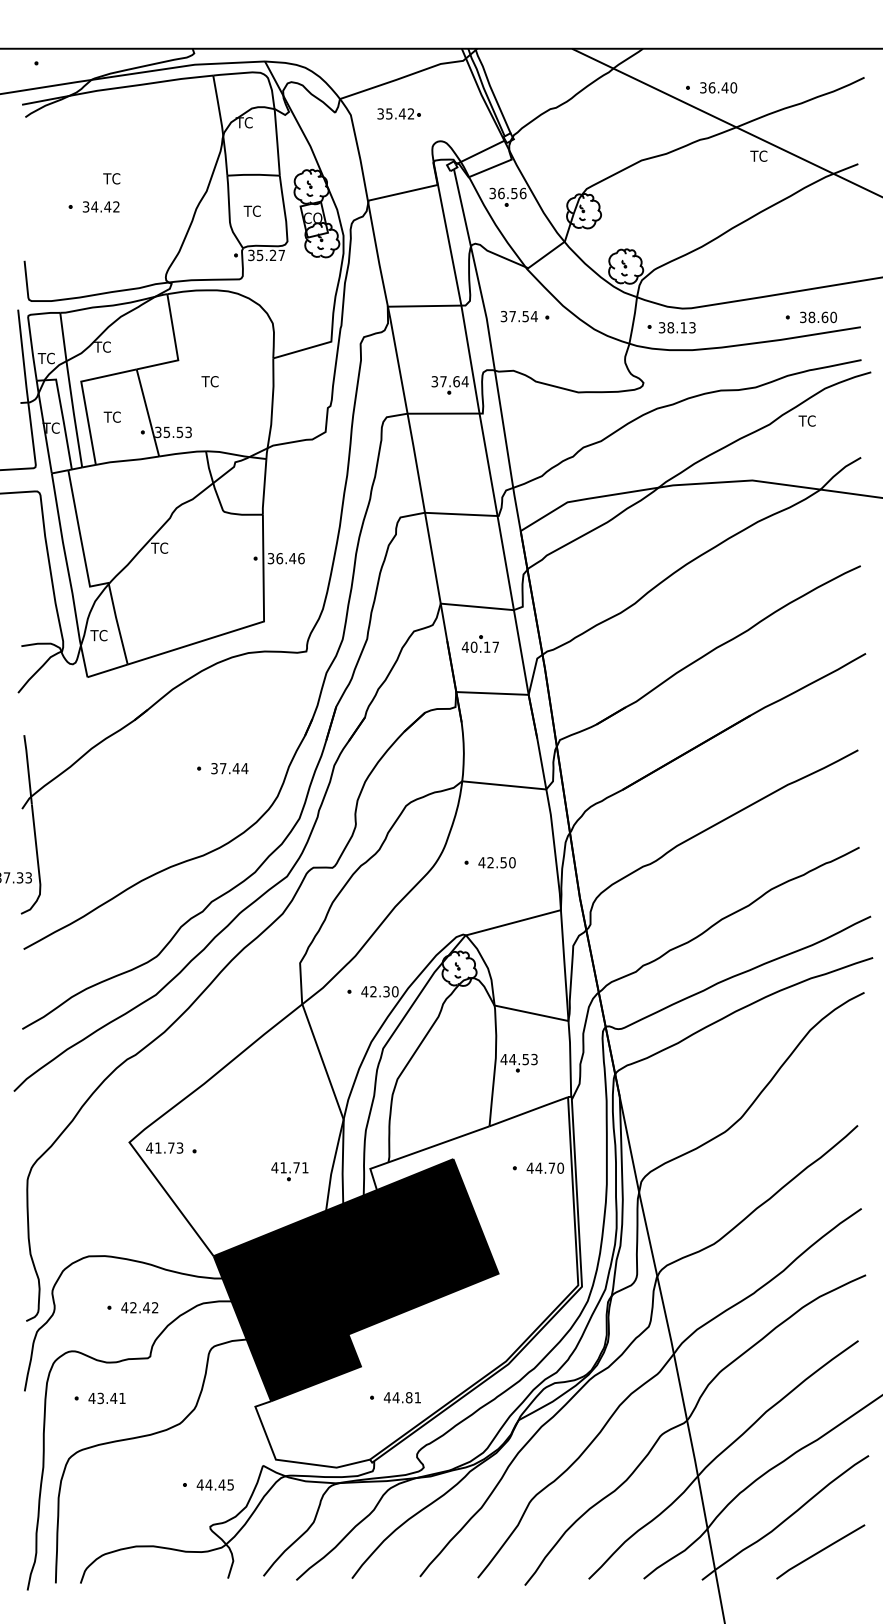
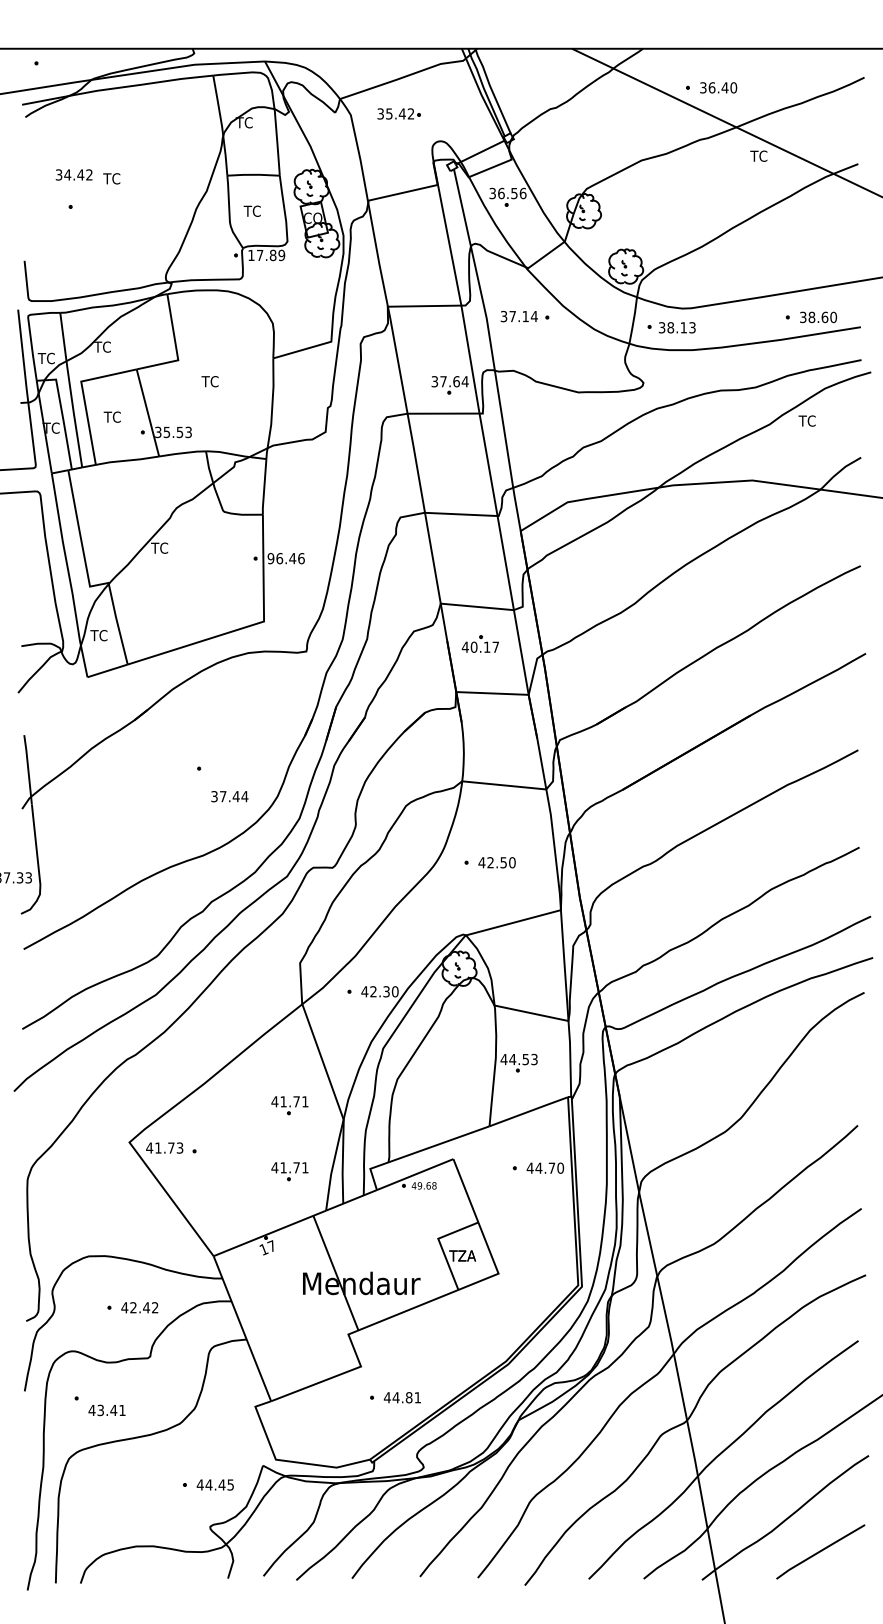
text at (100, 206) position: (100, 206) -> (73, 174)
text at (266, 255): 35.27 -> 17.89
text at (525, 316): 37.54 -> 37.14
text at (270, 558): 36.46 -> 96.46
text at (229, 768) position: (229, 768) -> (229, 796)
part at (289, 1105): none -> present
fill at (355, 1280): present -> none
text at (106, 1398) position: (106, 1398) -> (106, 1410)
